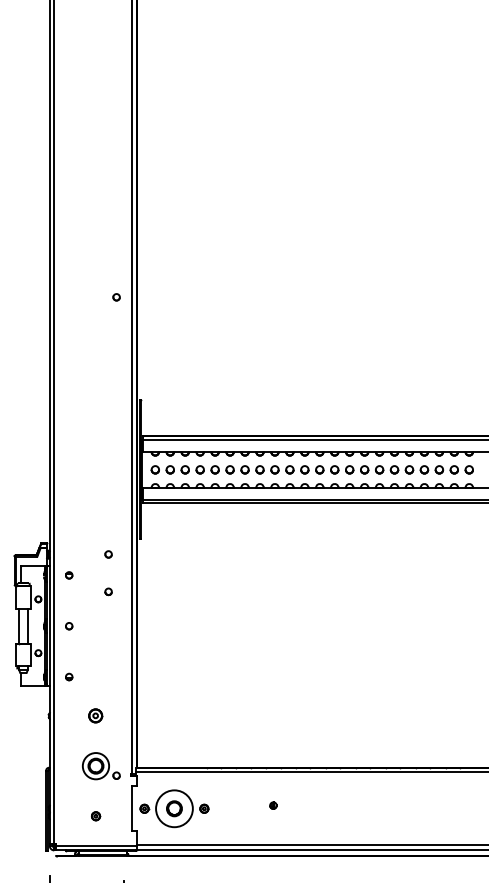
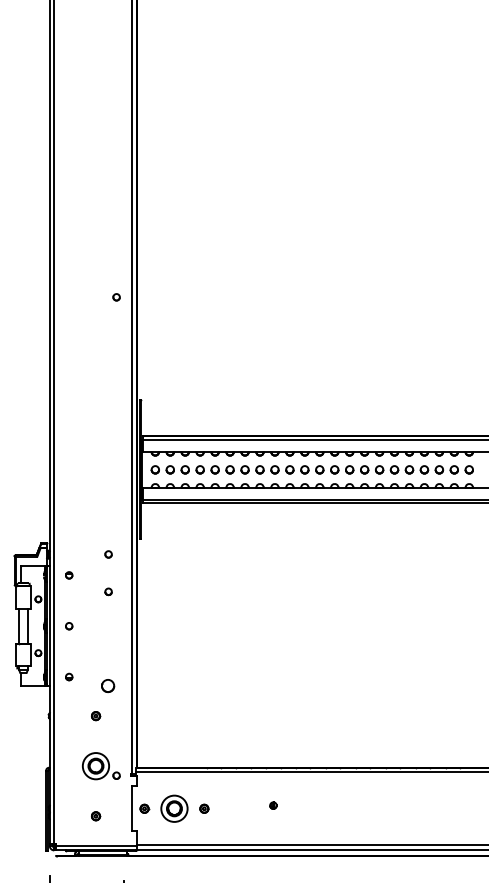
circle at (108, 685): none -> present
part at (95, 715) size: 16x16 px -> 11x11 px
circle at (174, 808) diameter: 37 px -> 26 px
